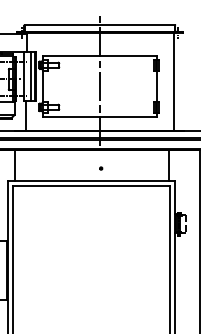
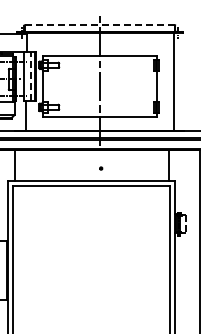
line at (99, 25): solid -> dashed
line at (30, 75): solid -> dashed
